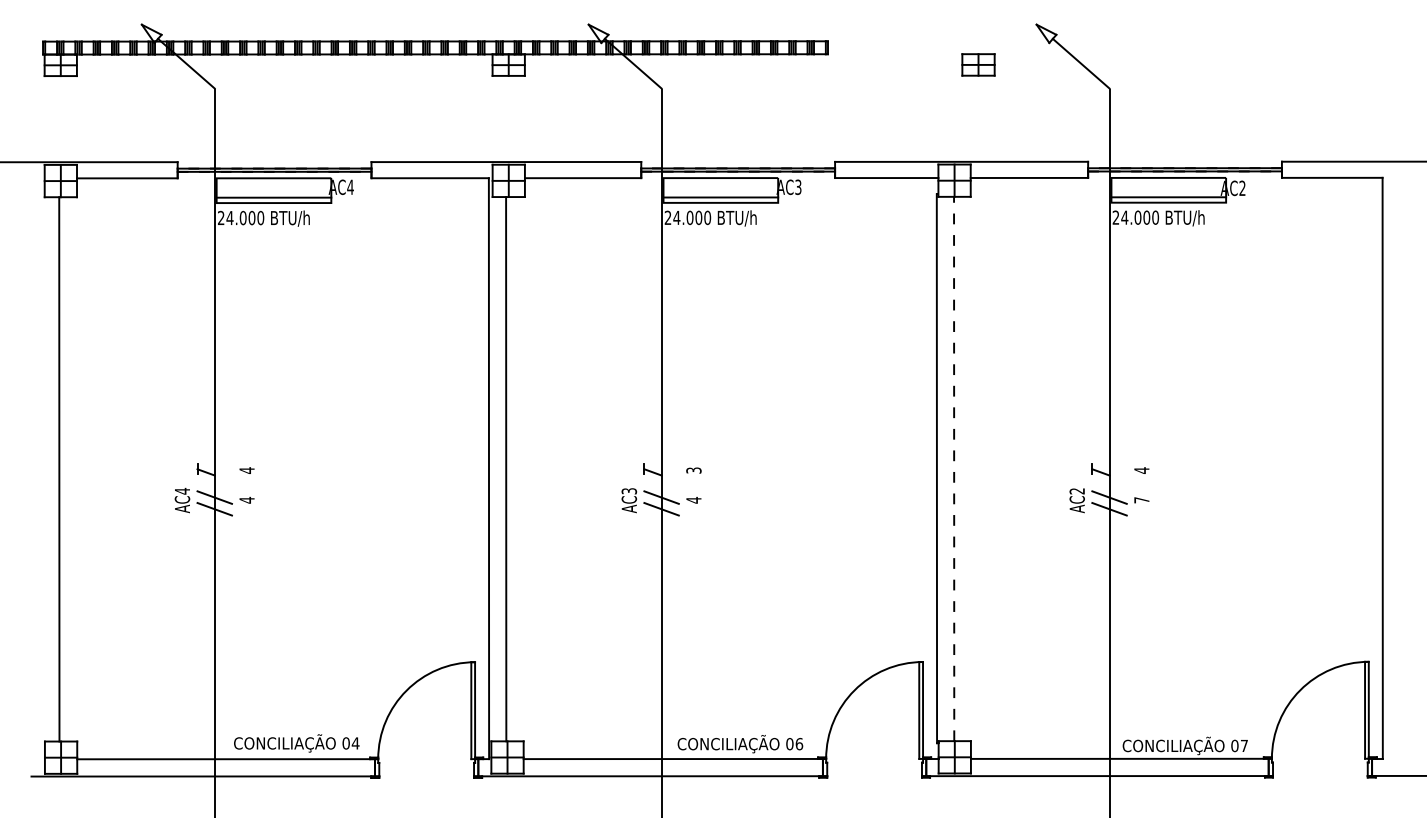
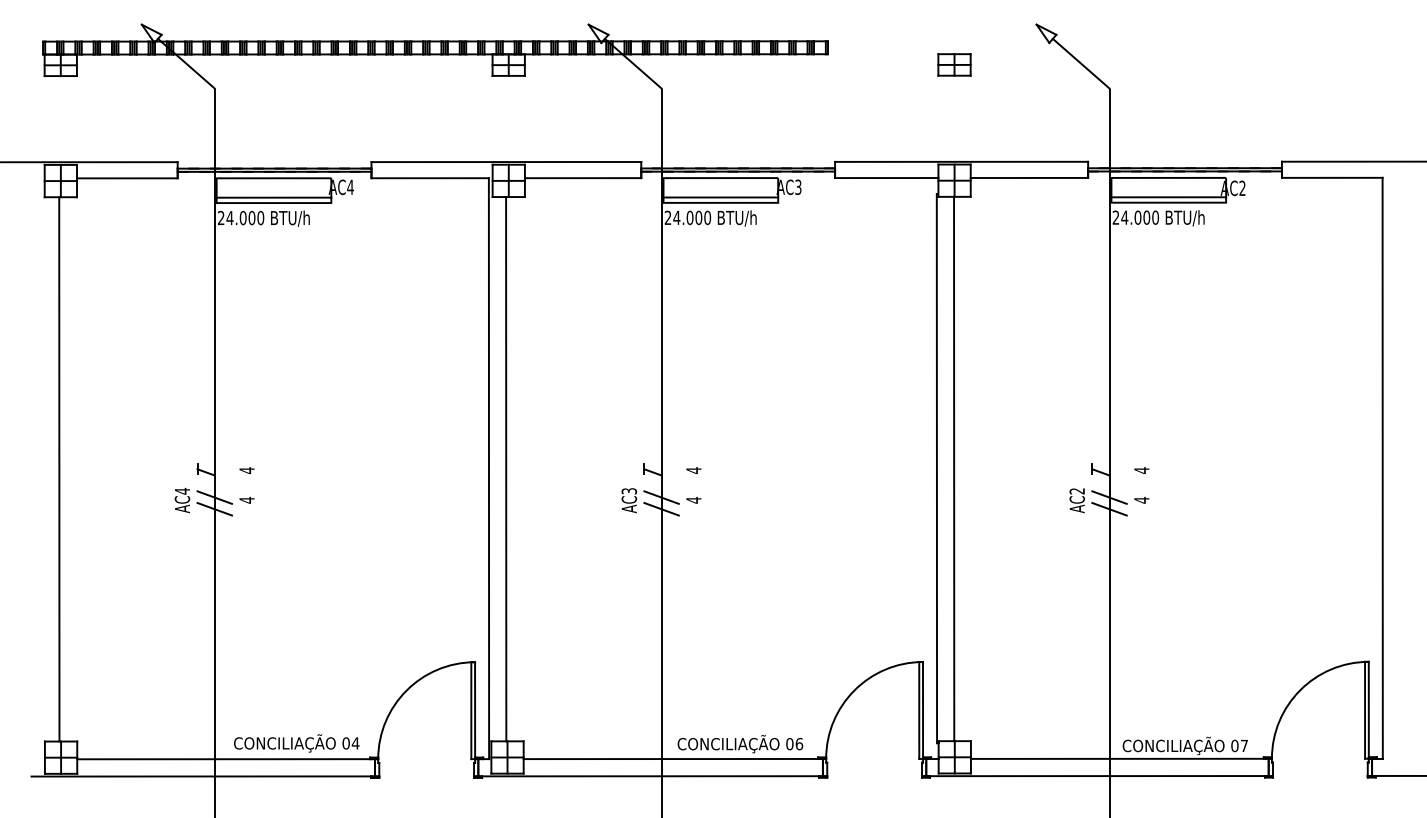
part at (978, 64) position: (978, 64) -> (954, 64)
line at (954, 468): dashed -> solid
text at (693, 470): 3 -> 4
text at (1141, 499): 7 -> 4
